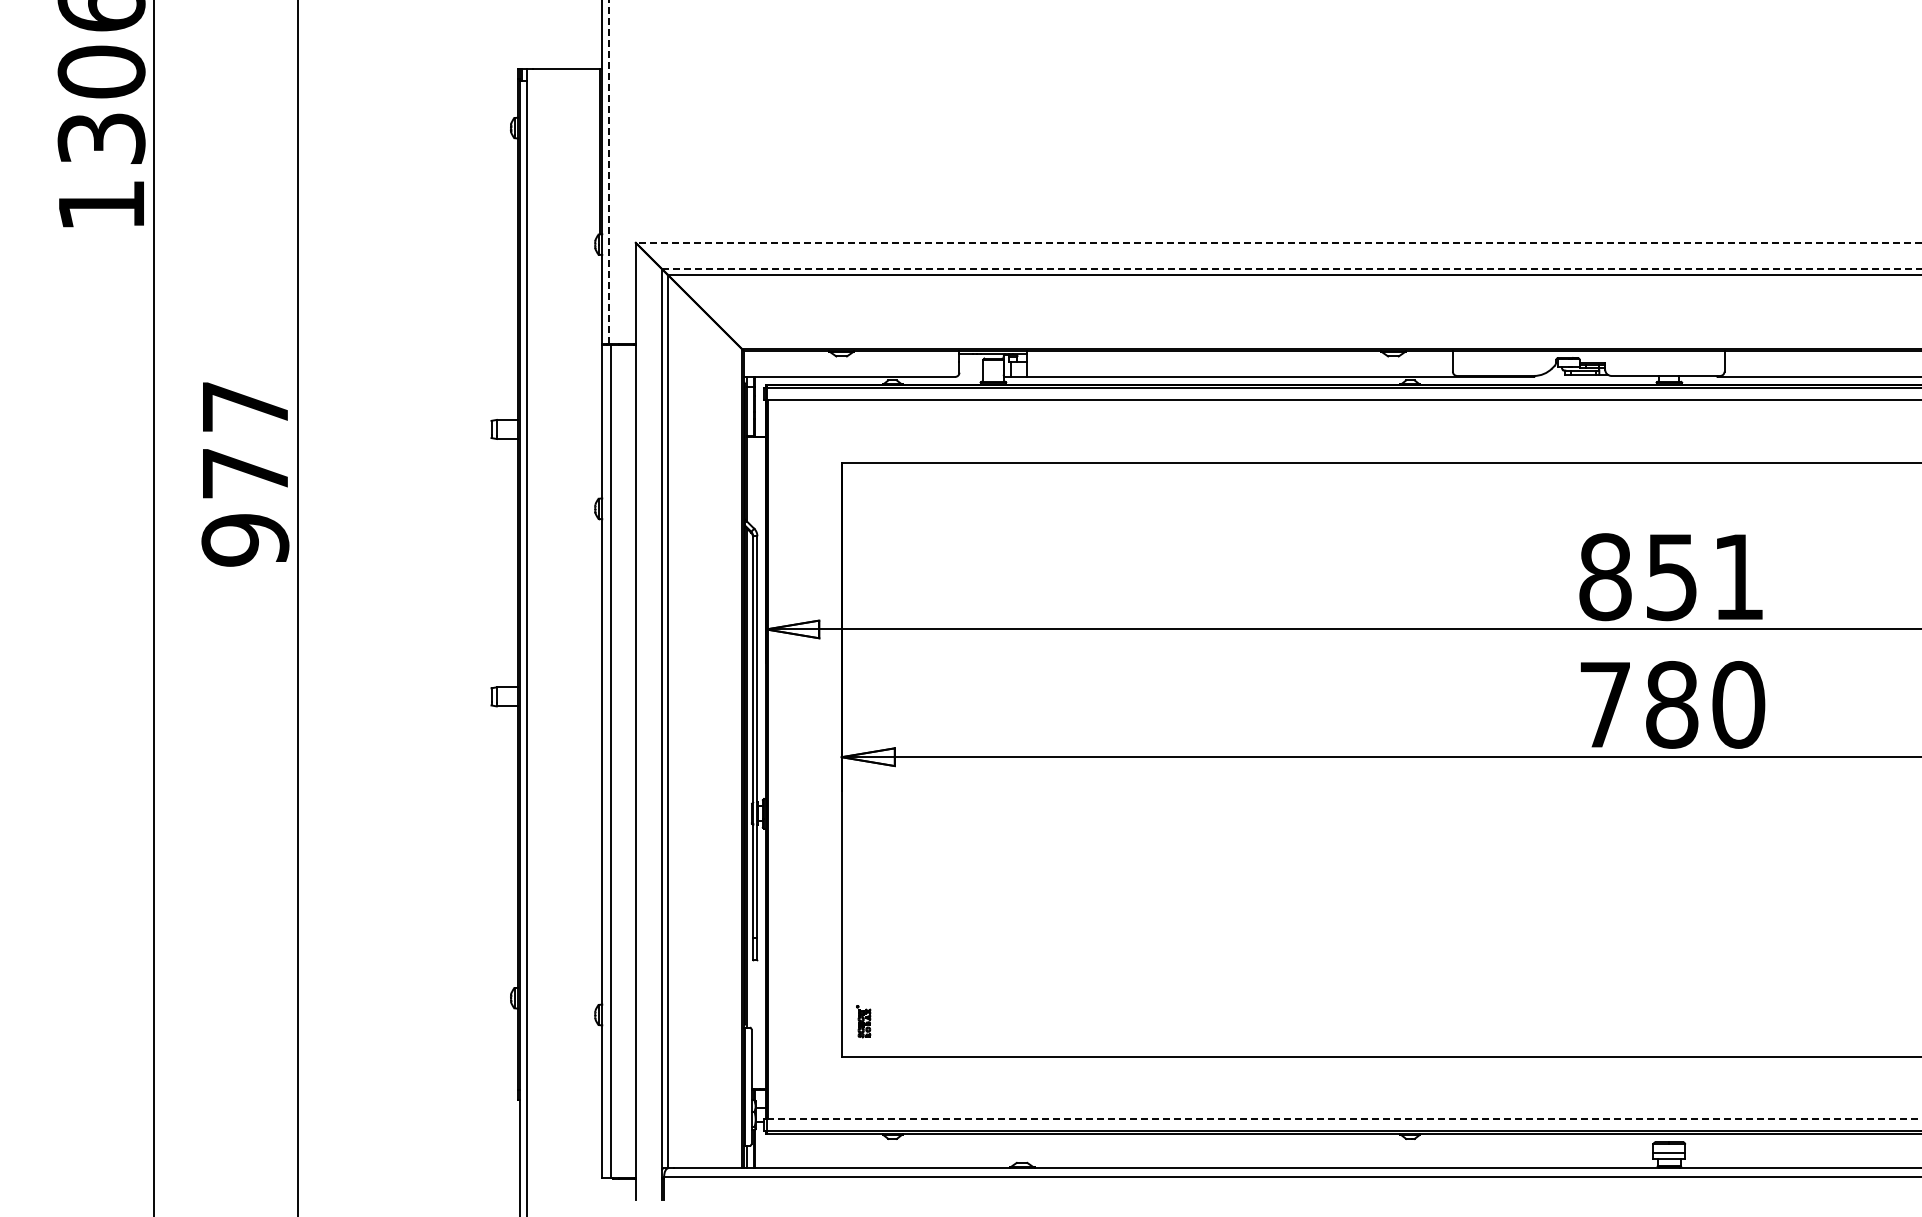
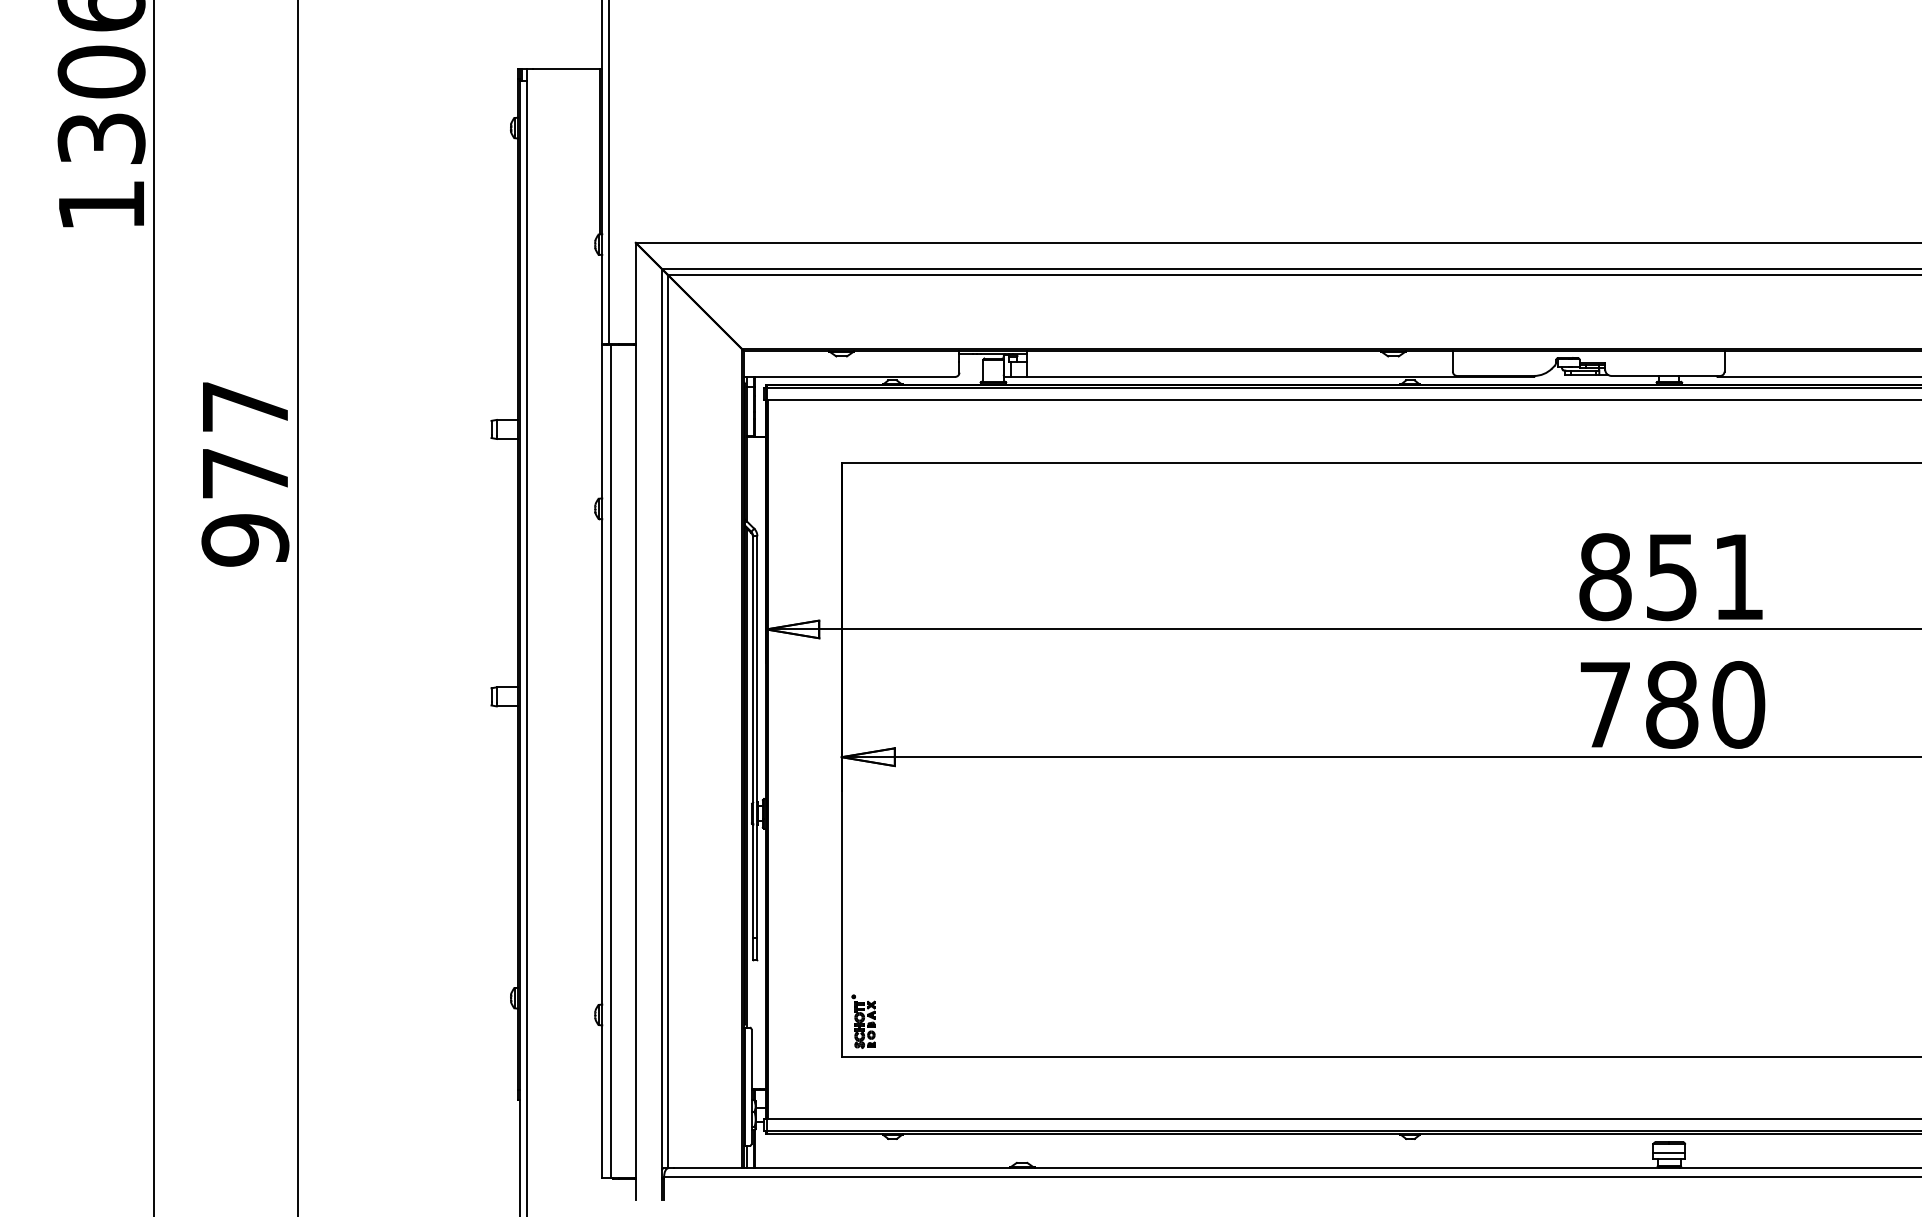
line at (608, 172): dashed -> solid
line at (1278, 242): dashed -> solid
line at (1291, 269): dashed -> solid
part at (863, 1021) size: 16x34 px -> 25x55 px
line at (1344, 1119): dashed -> solid
